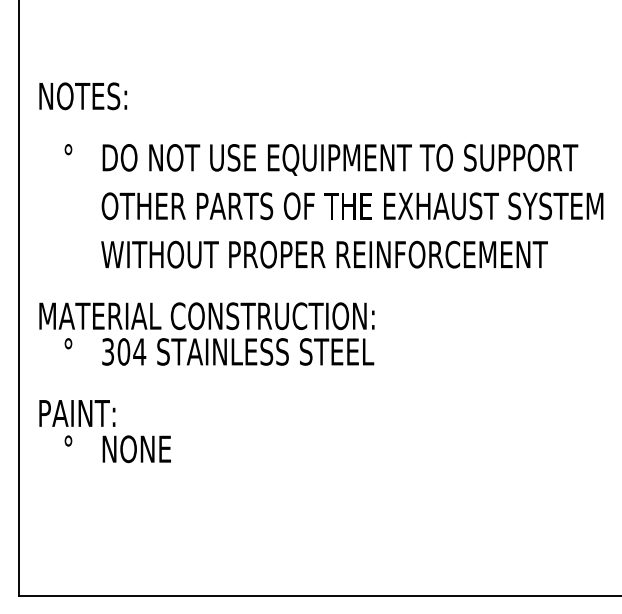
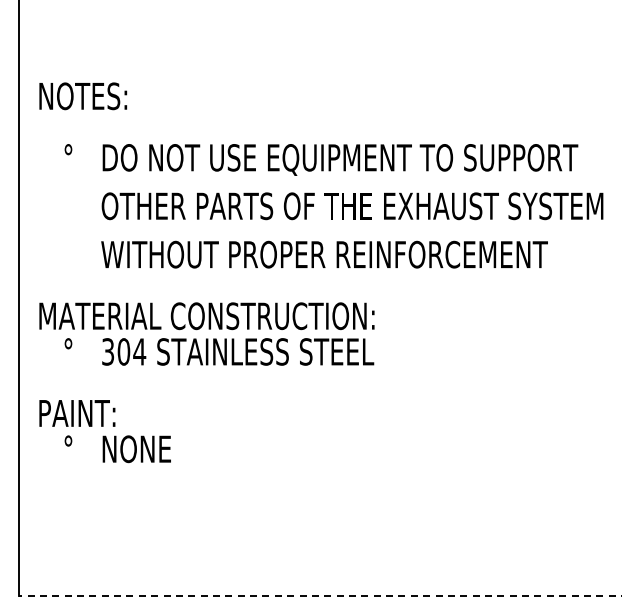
line at (319, 595): solid -> dashed
